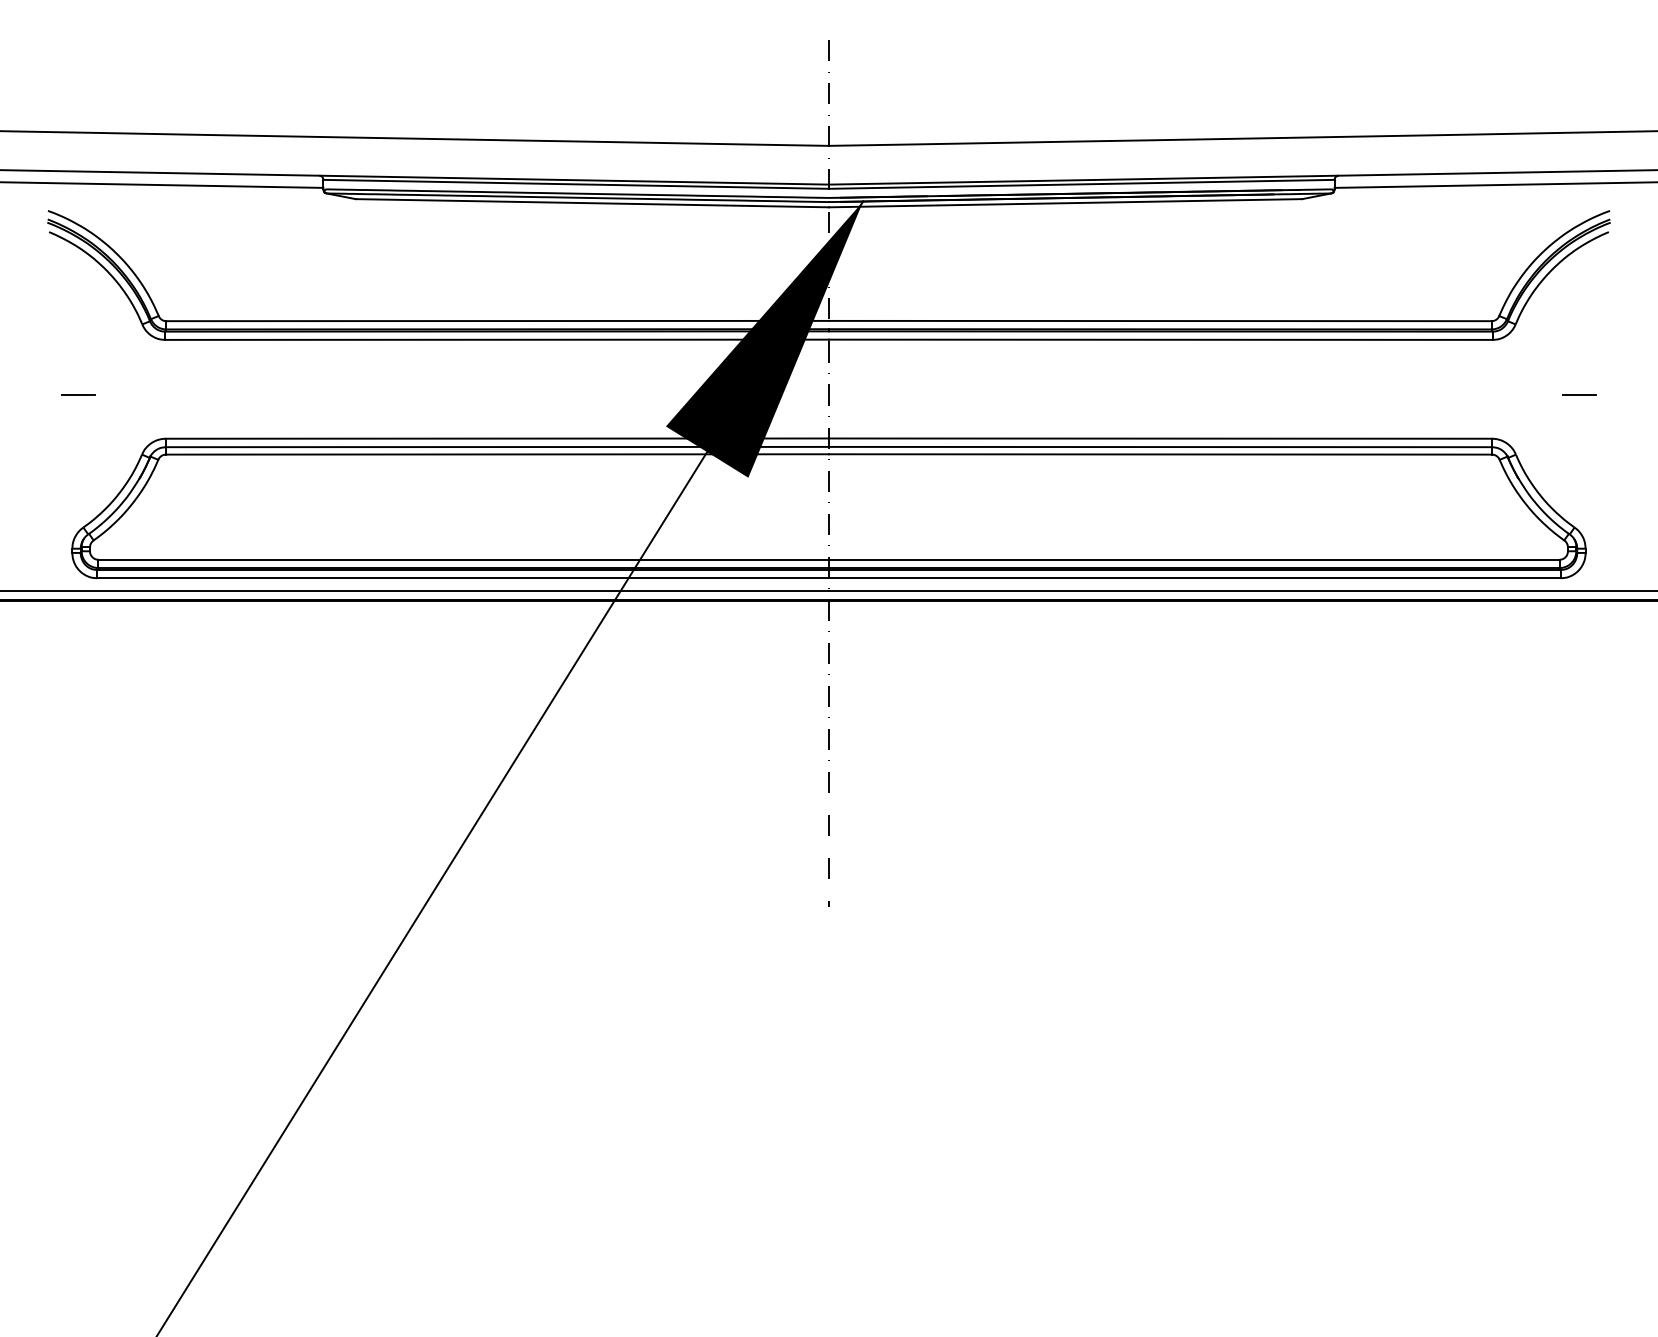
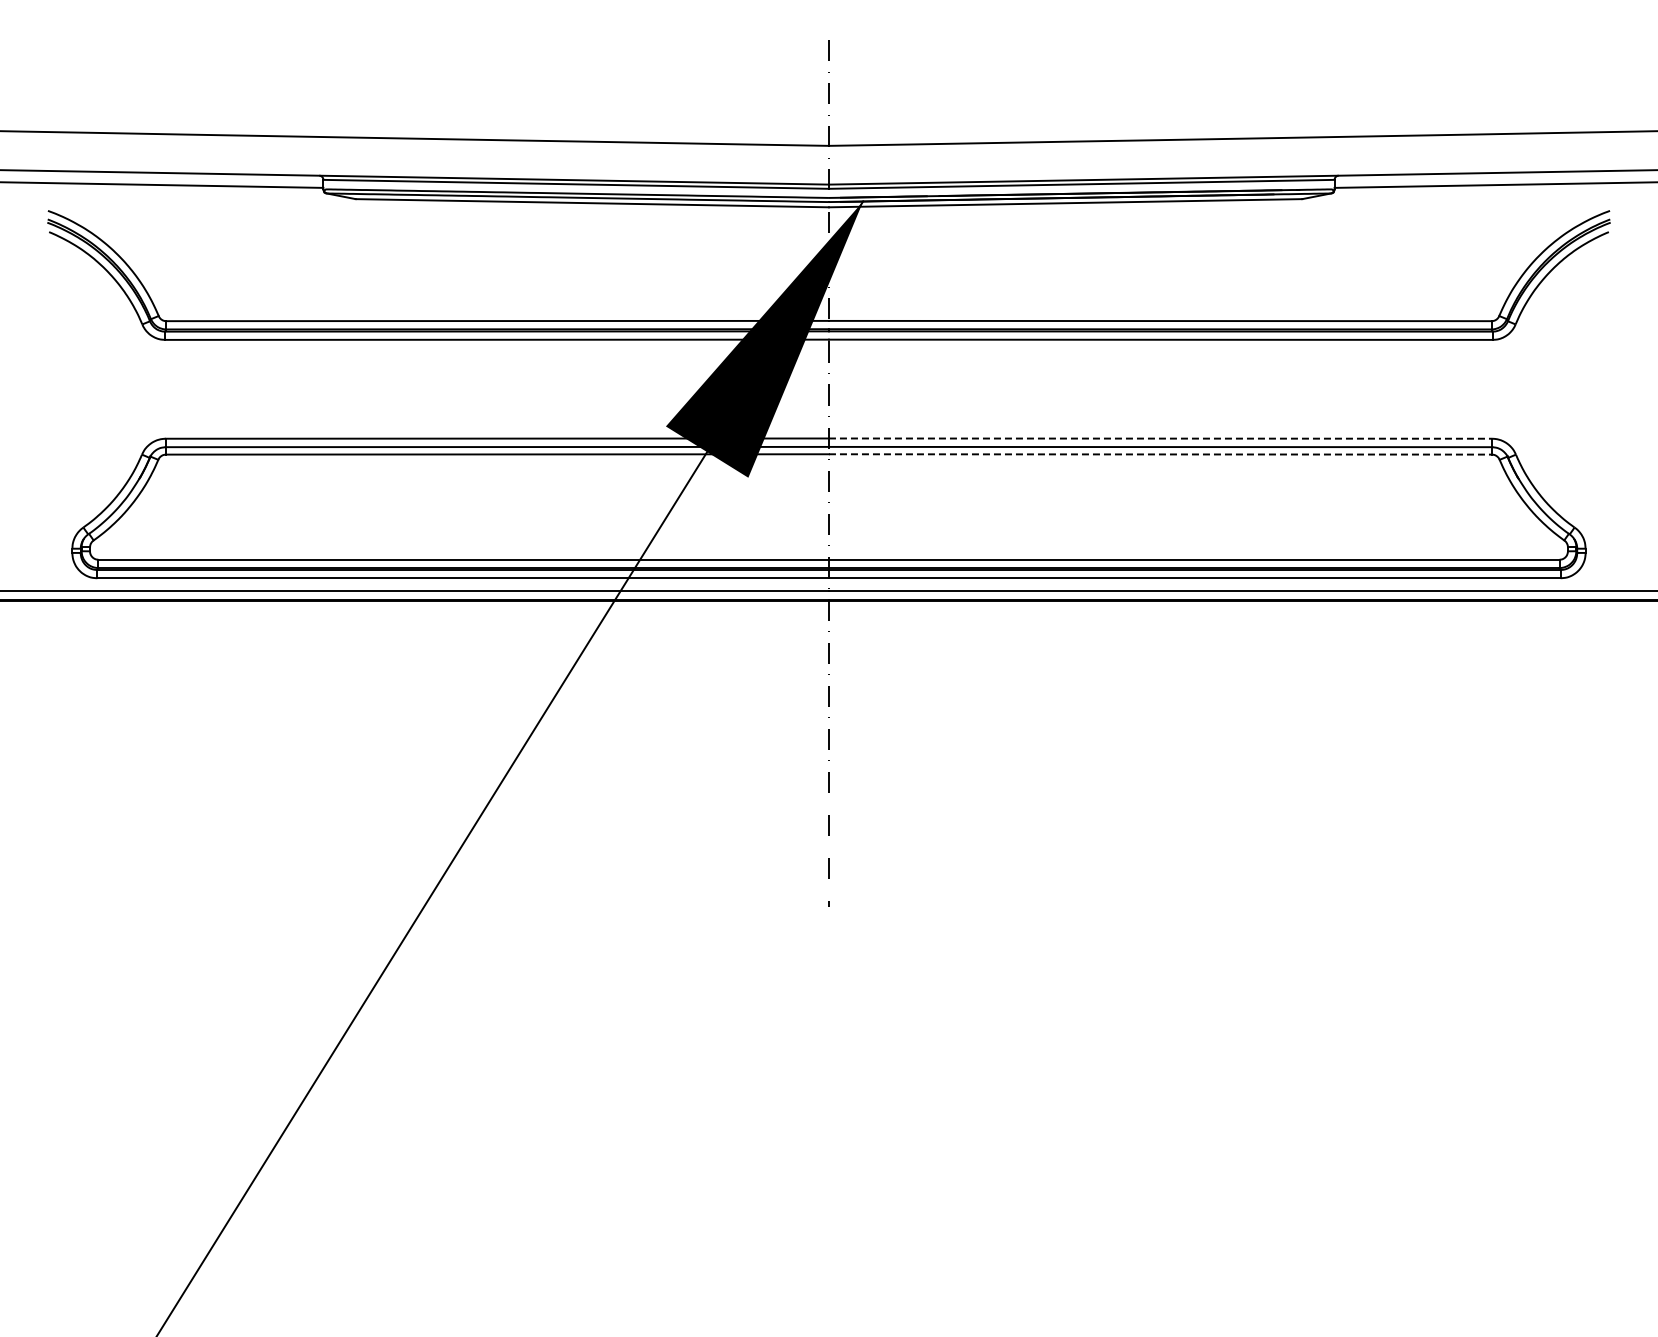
line at (1579, 394): present -> none
line at (78, 395): present -> none
line at (1160, 438): solid -> dashed
line at (1160, 454): solid -> dashed
